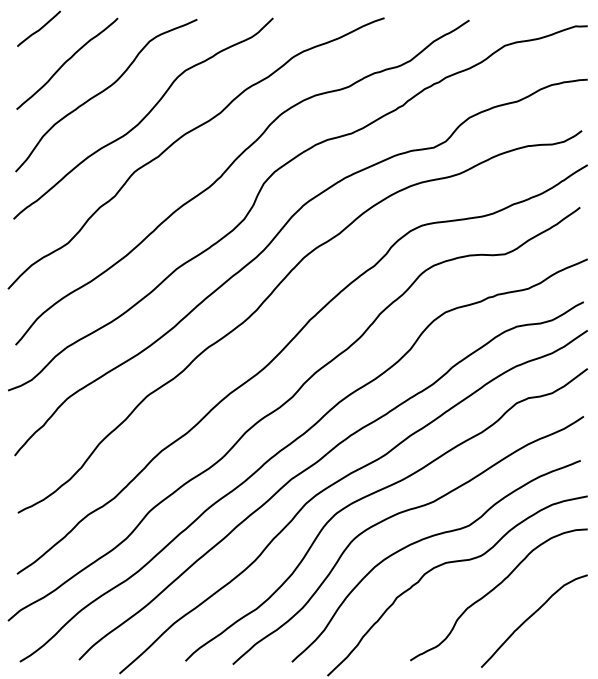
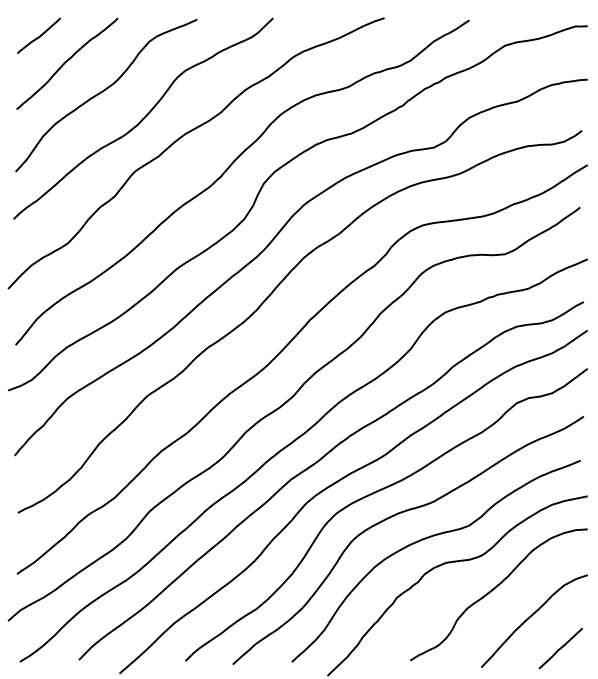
curve at (39, 28) position: (39, 28) -> (39, 35)
line at (560, 648): none -> present
